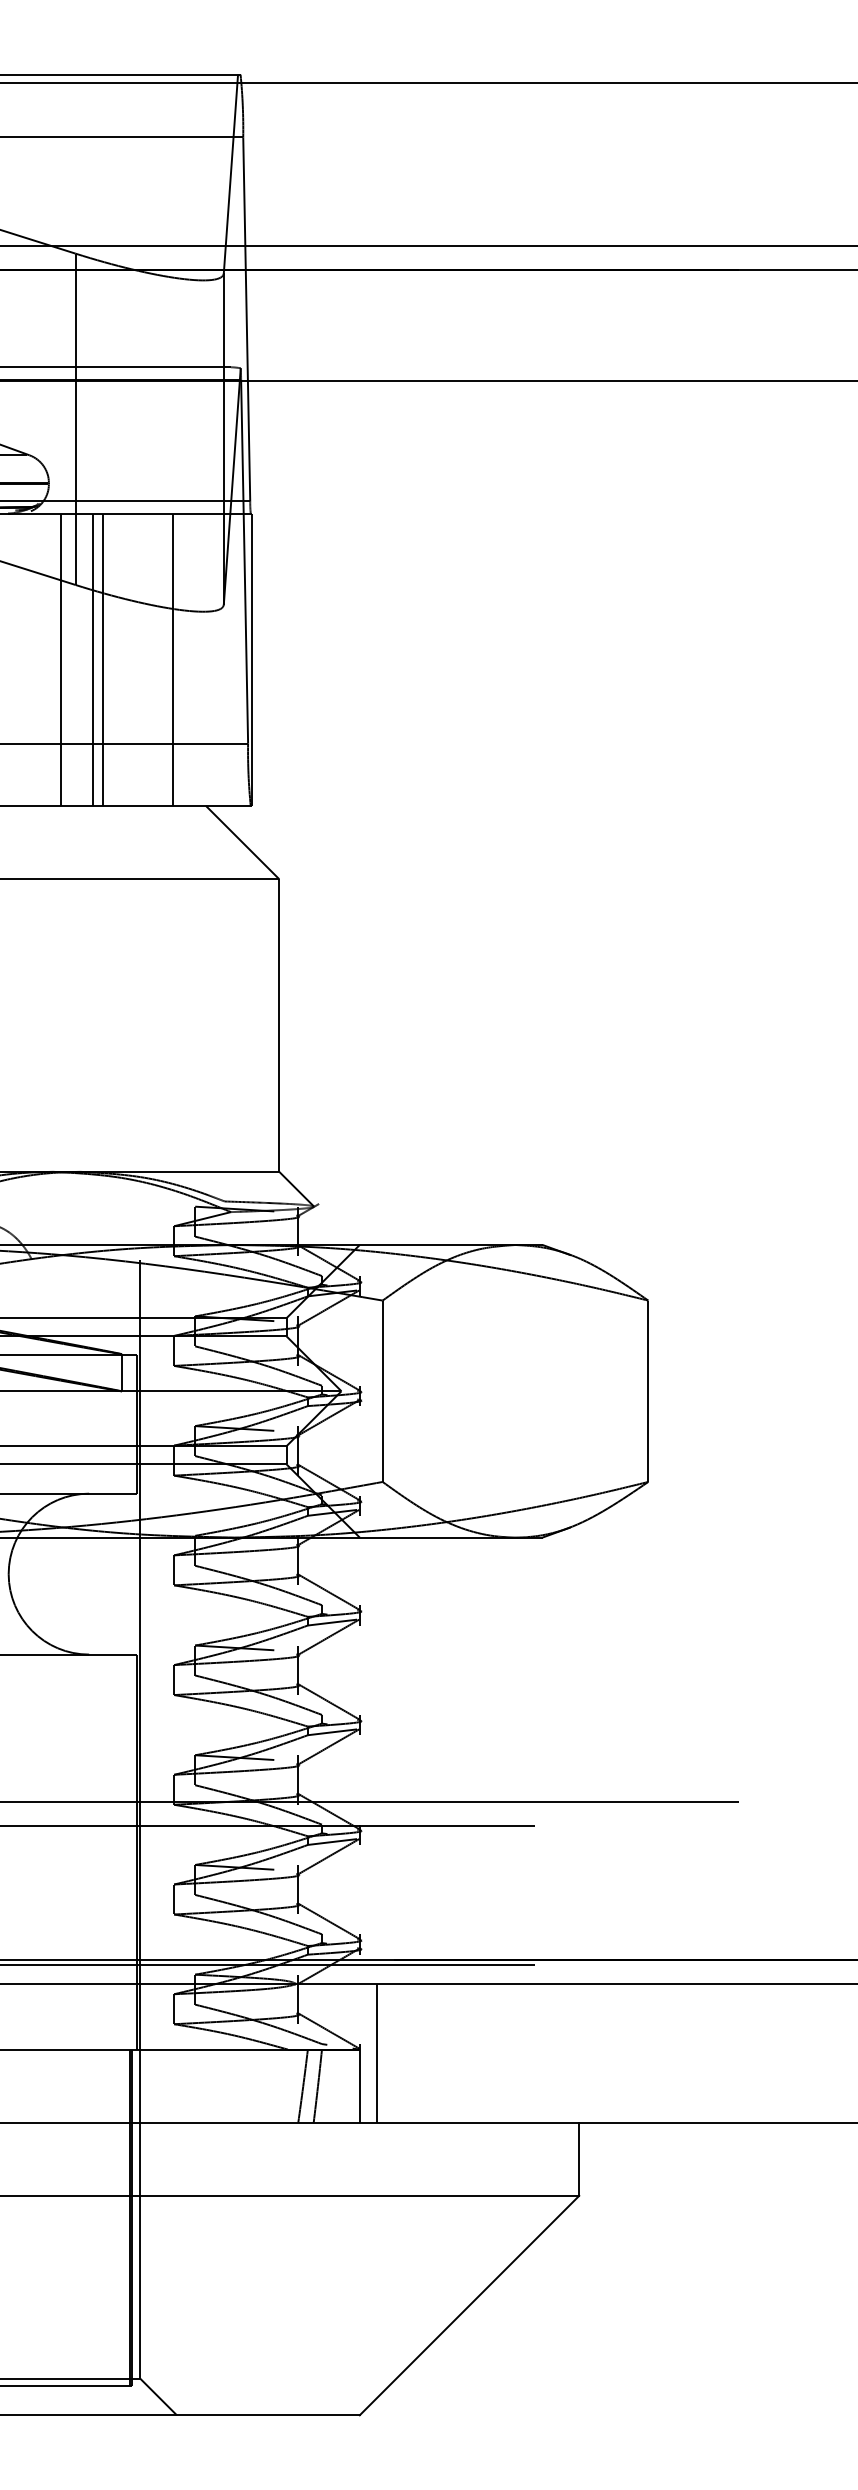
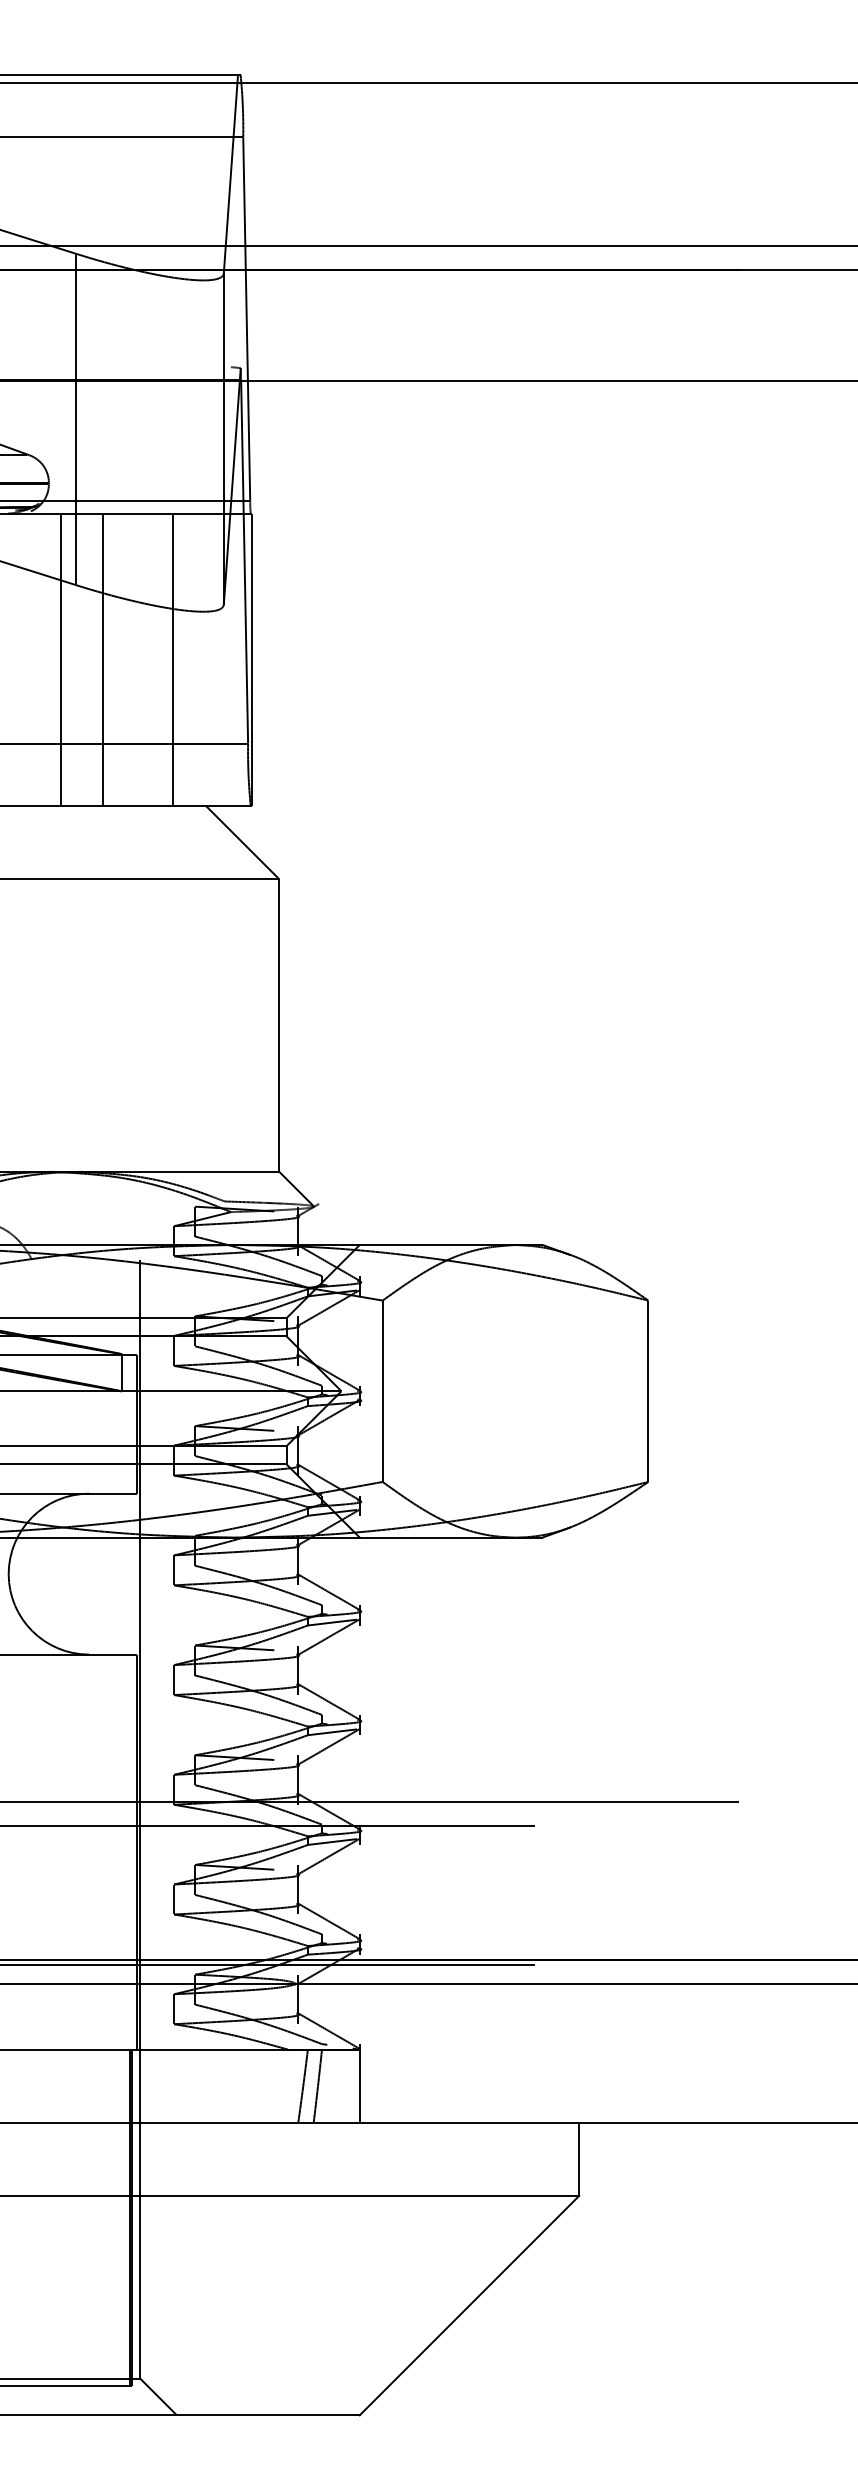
line at (116, 367): present -> none
line at (93, 659): present -> none
line at (377, 2052): present -> none
